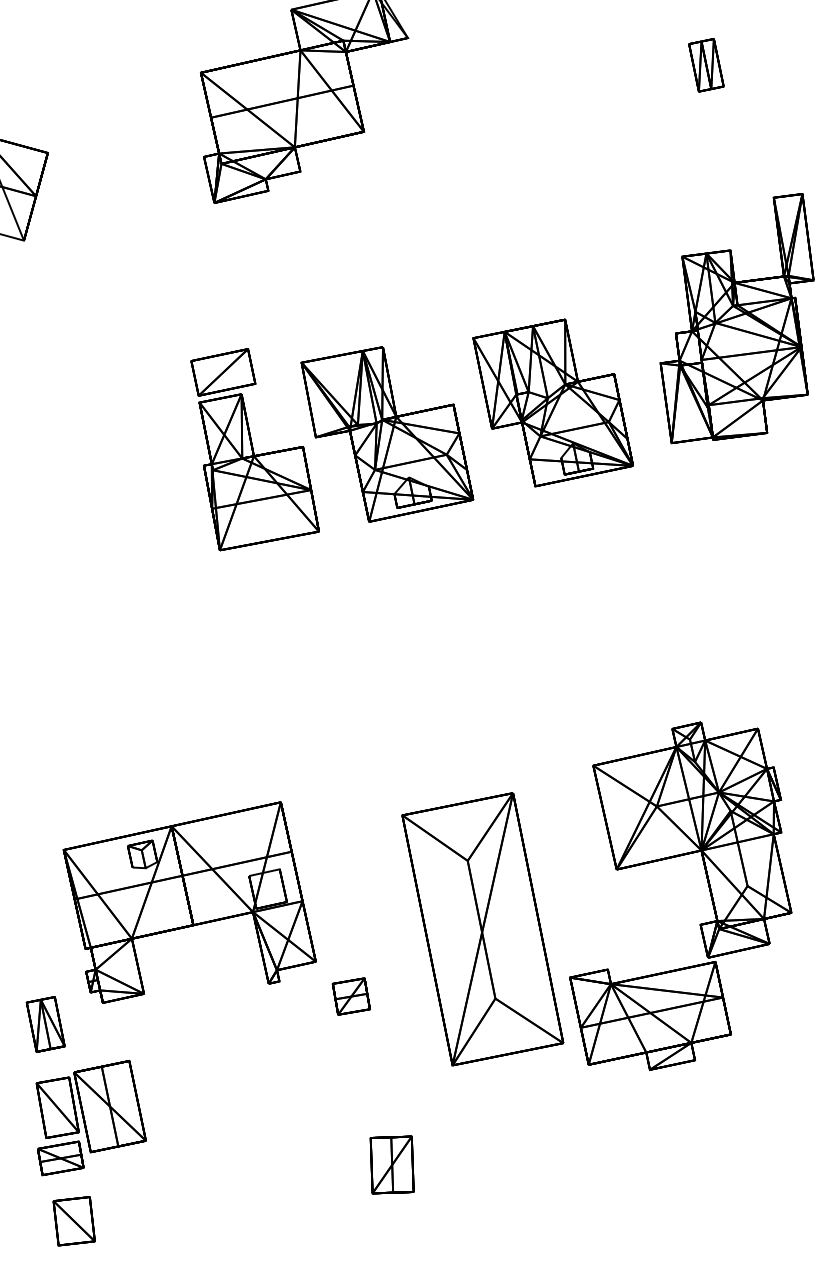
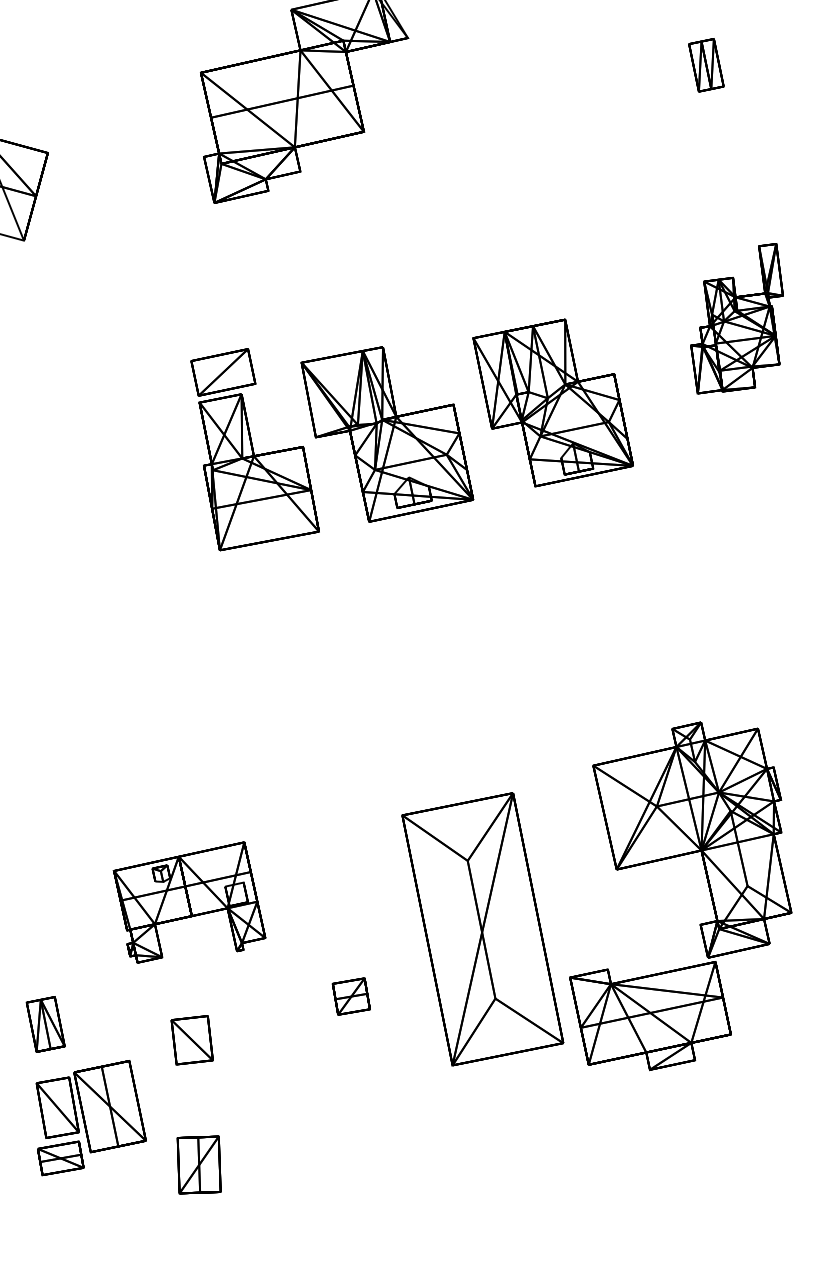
part at (736, 318) size: 156x252 px -> 94x152 px
part at (189, 902) size: 255x203 px -> 155x123 px
part at (391, 1164) position: (391, 1164) -> (198, 1164)
part at (73, 1221) position: (73, 1221) -> (191, 1040)
